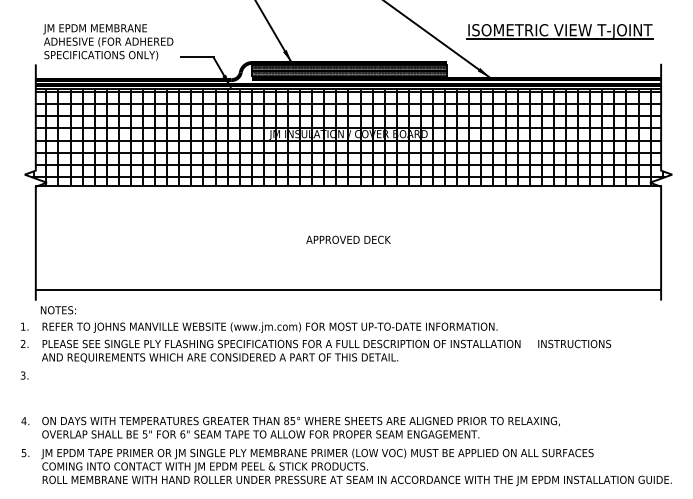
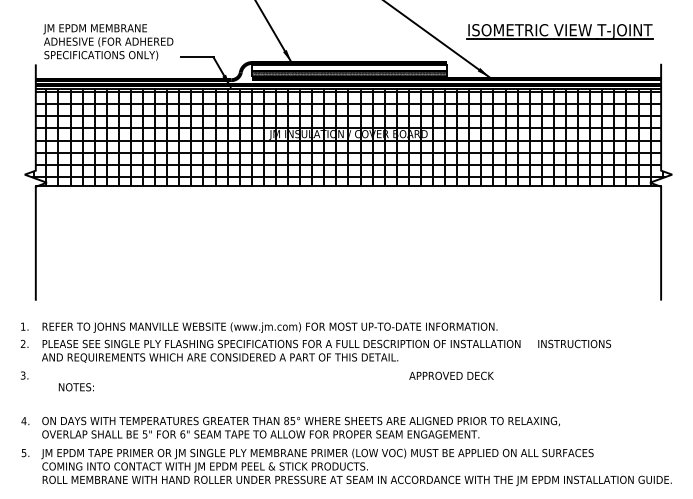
hatch at (349, 67): present -> none
text at (348, 239) position: (348, 239) -> (451, 375)
line at (348, 290): present -> none
text at (57, 310) position: (57, 310) -> (75, 387)
